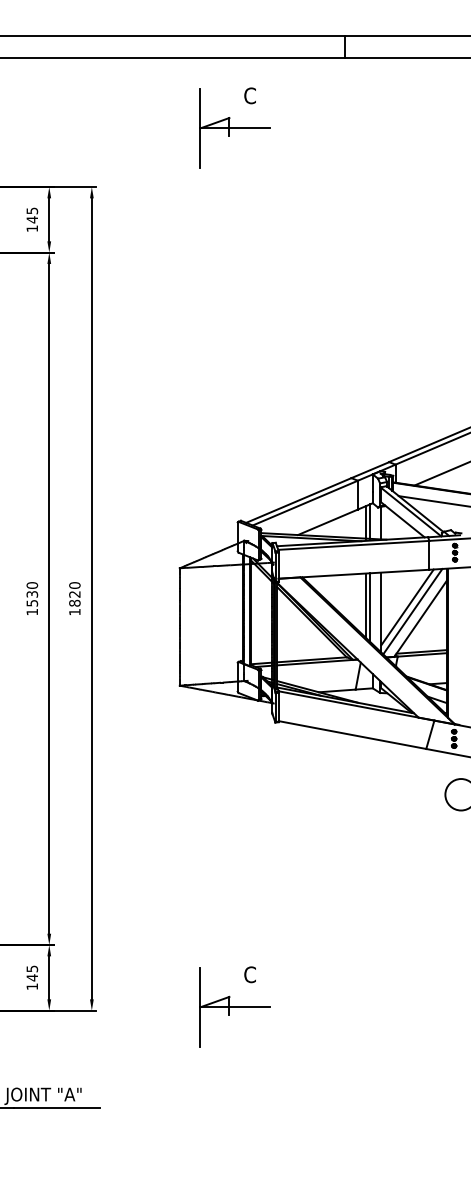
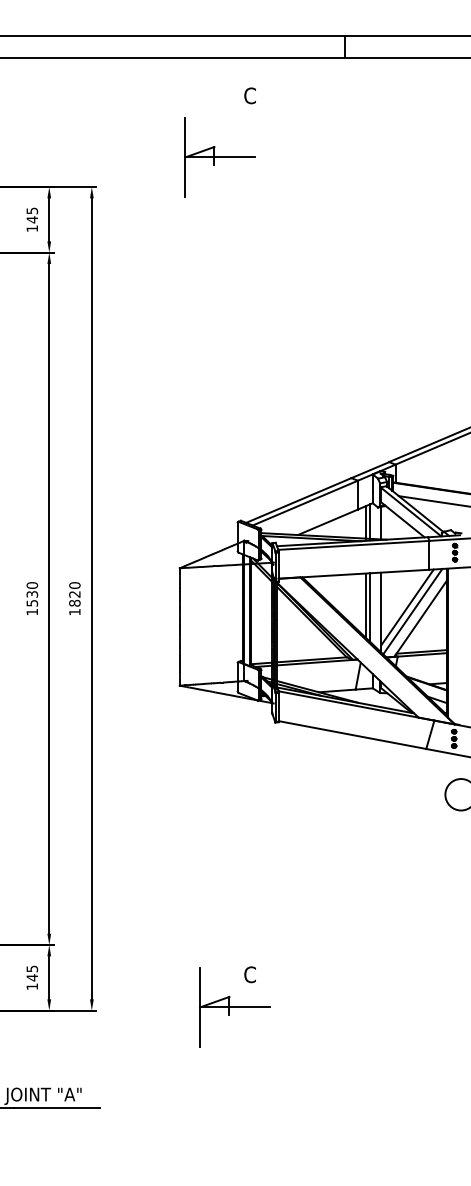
part at (234, 128) position: (234, 128) -> (219, 157)
line at (440, 474): present -> none
